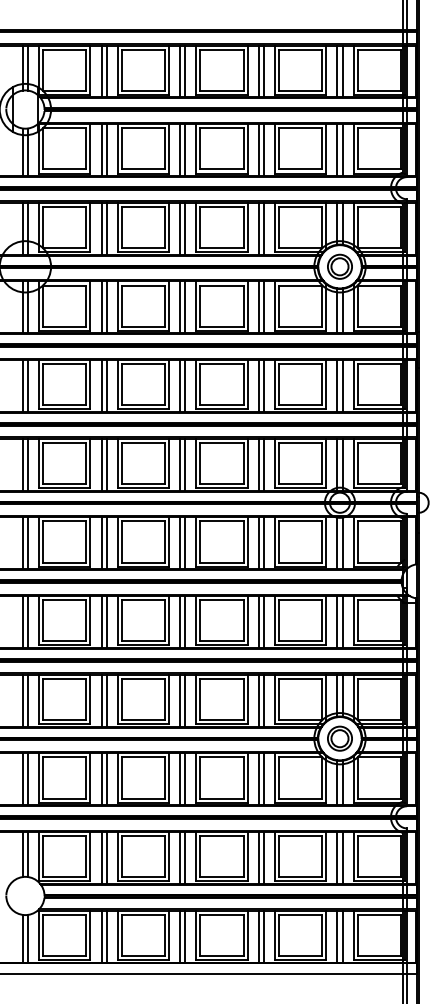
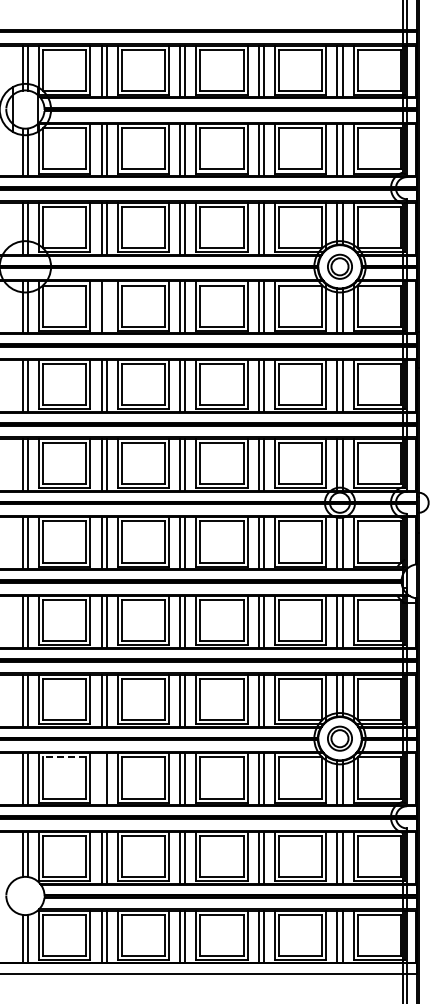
line at (106, 307): present -> none
line at (64, 757): solid -> dashed
line at (101, 779): present -> none
